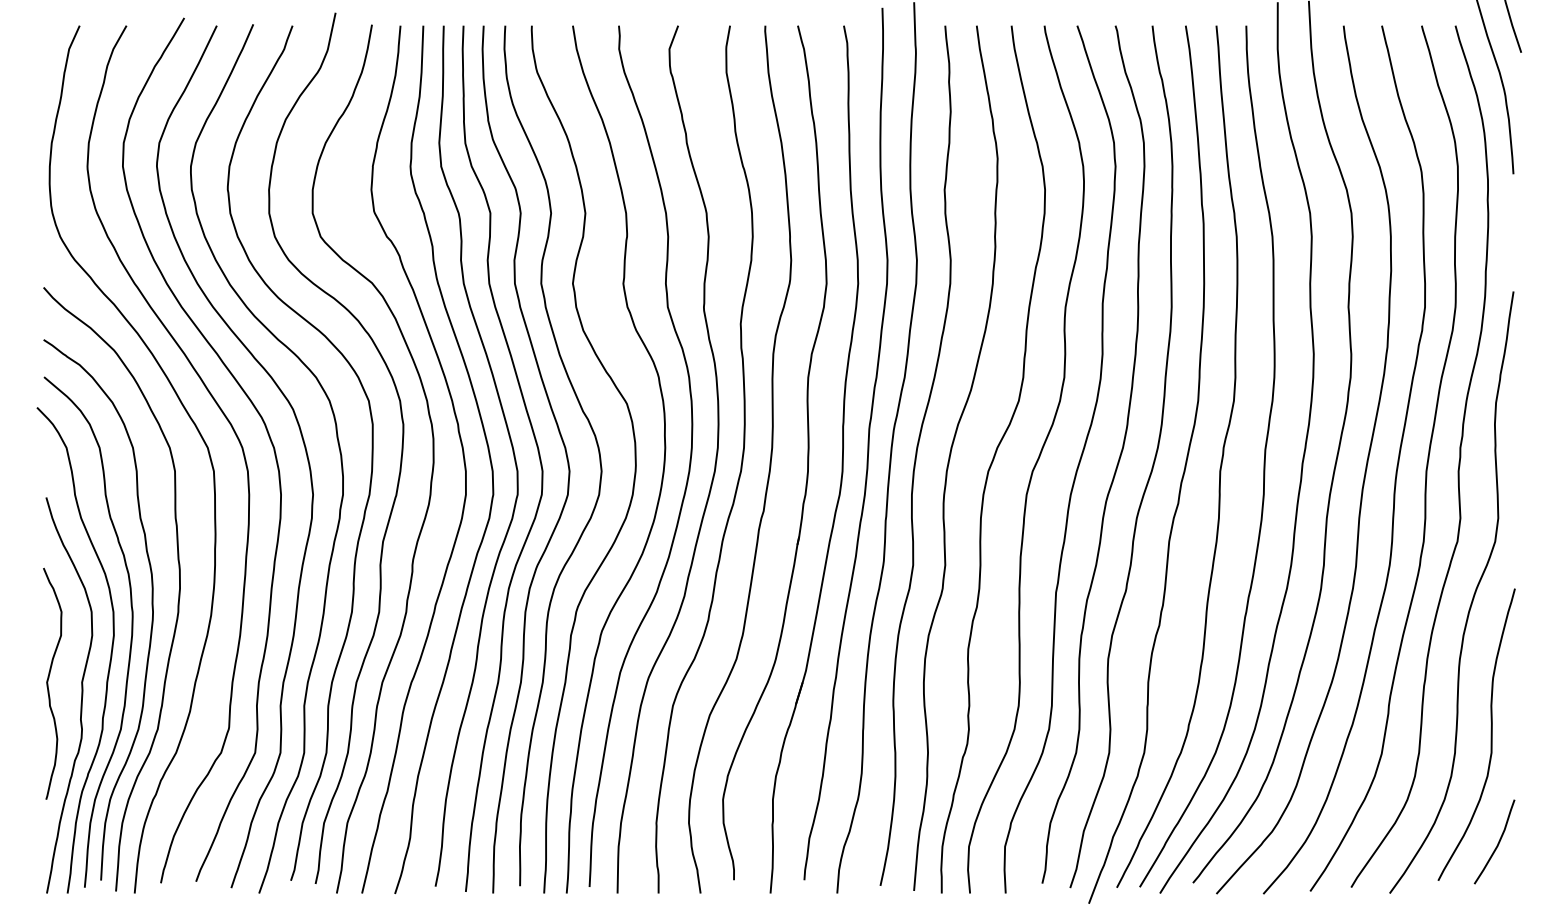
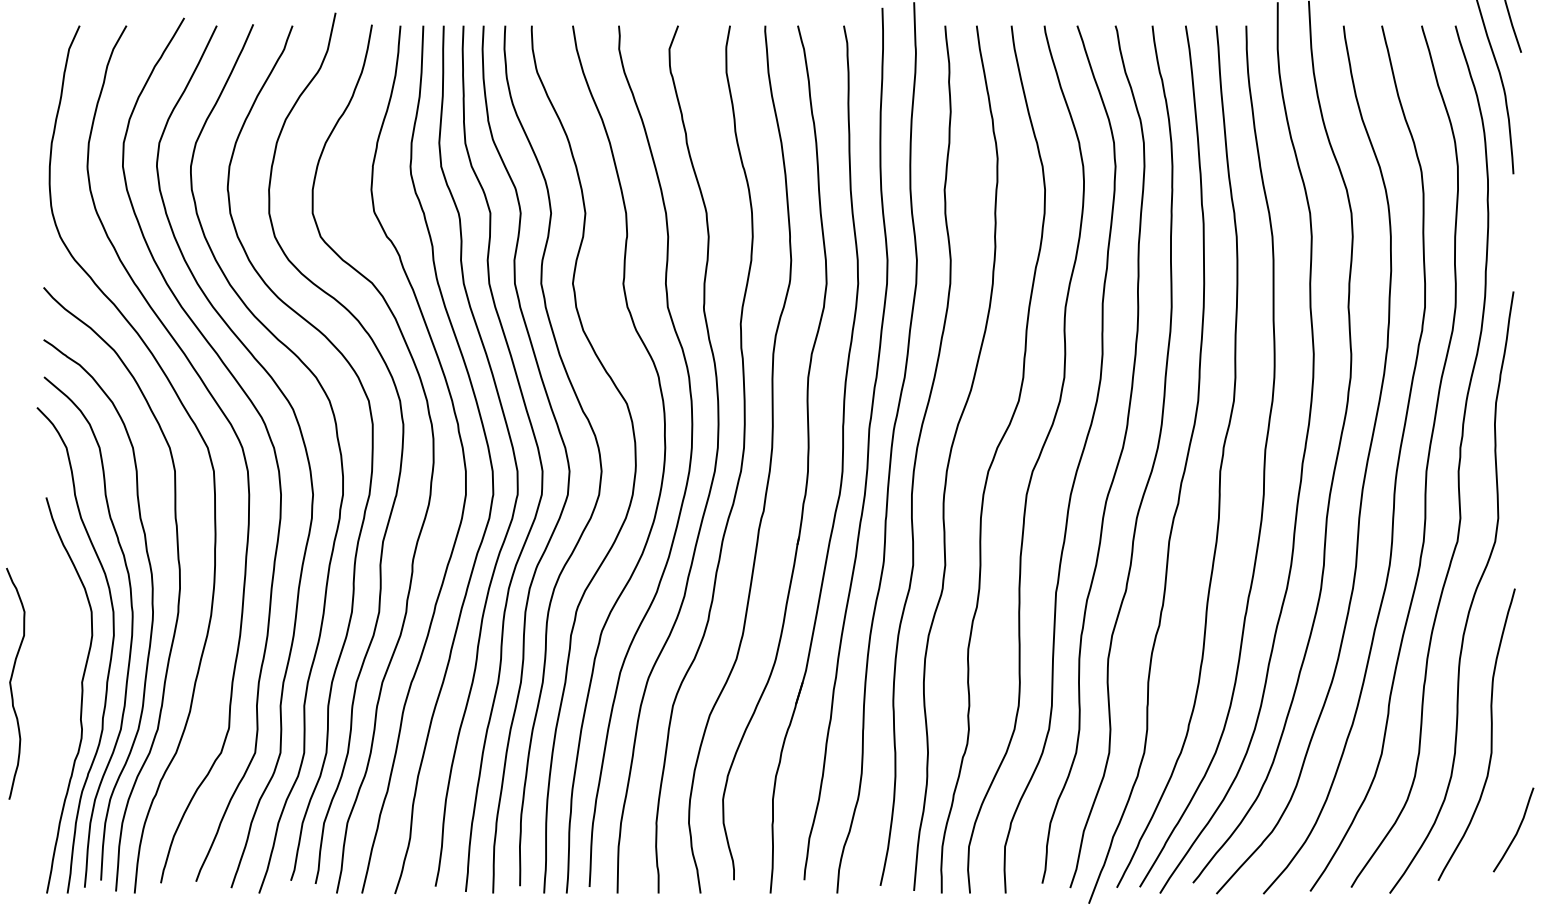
curve at (48, 683) position: (48, 683) -> (11, 683)
curve at (1497, 843) position: (1497, 843) -> (1516, 831)
